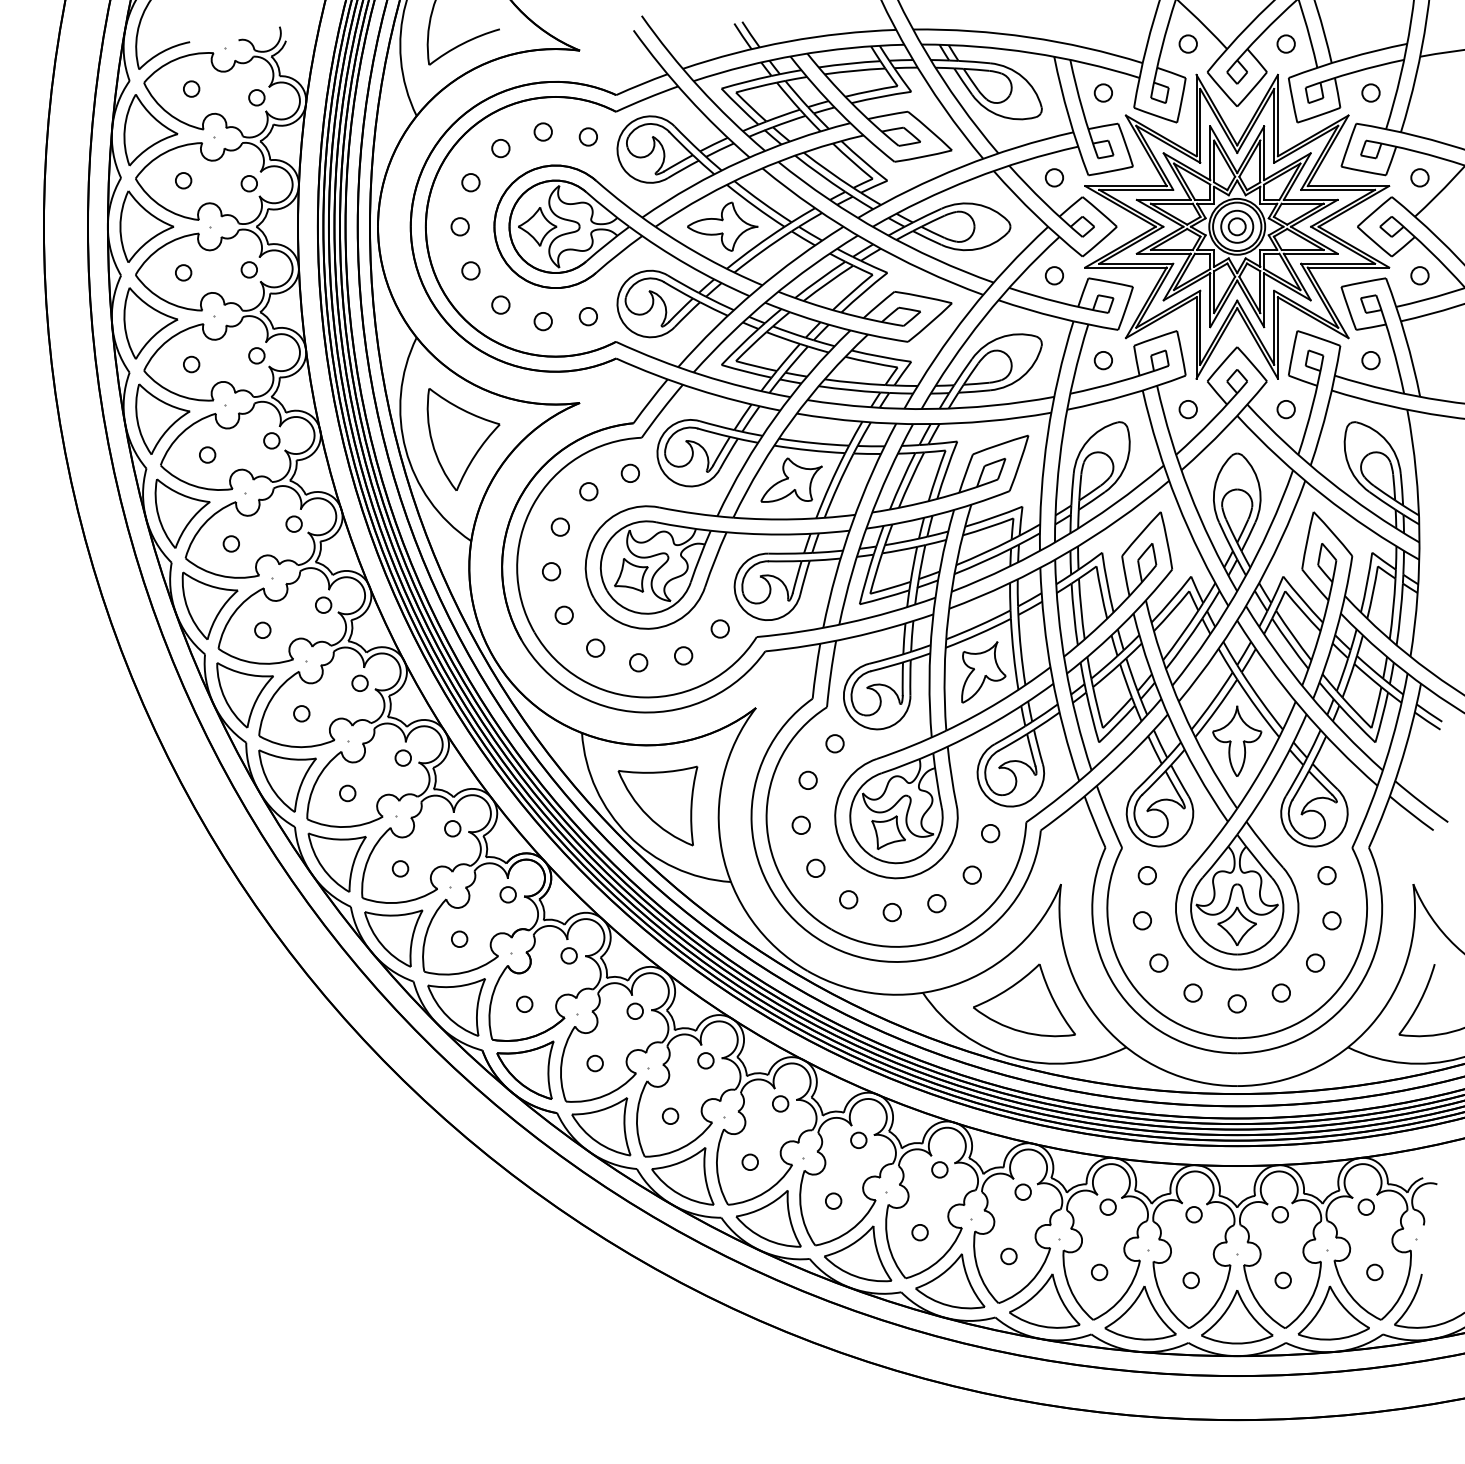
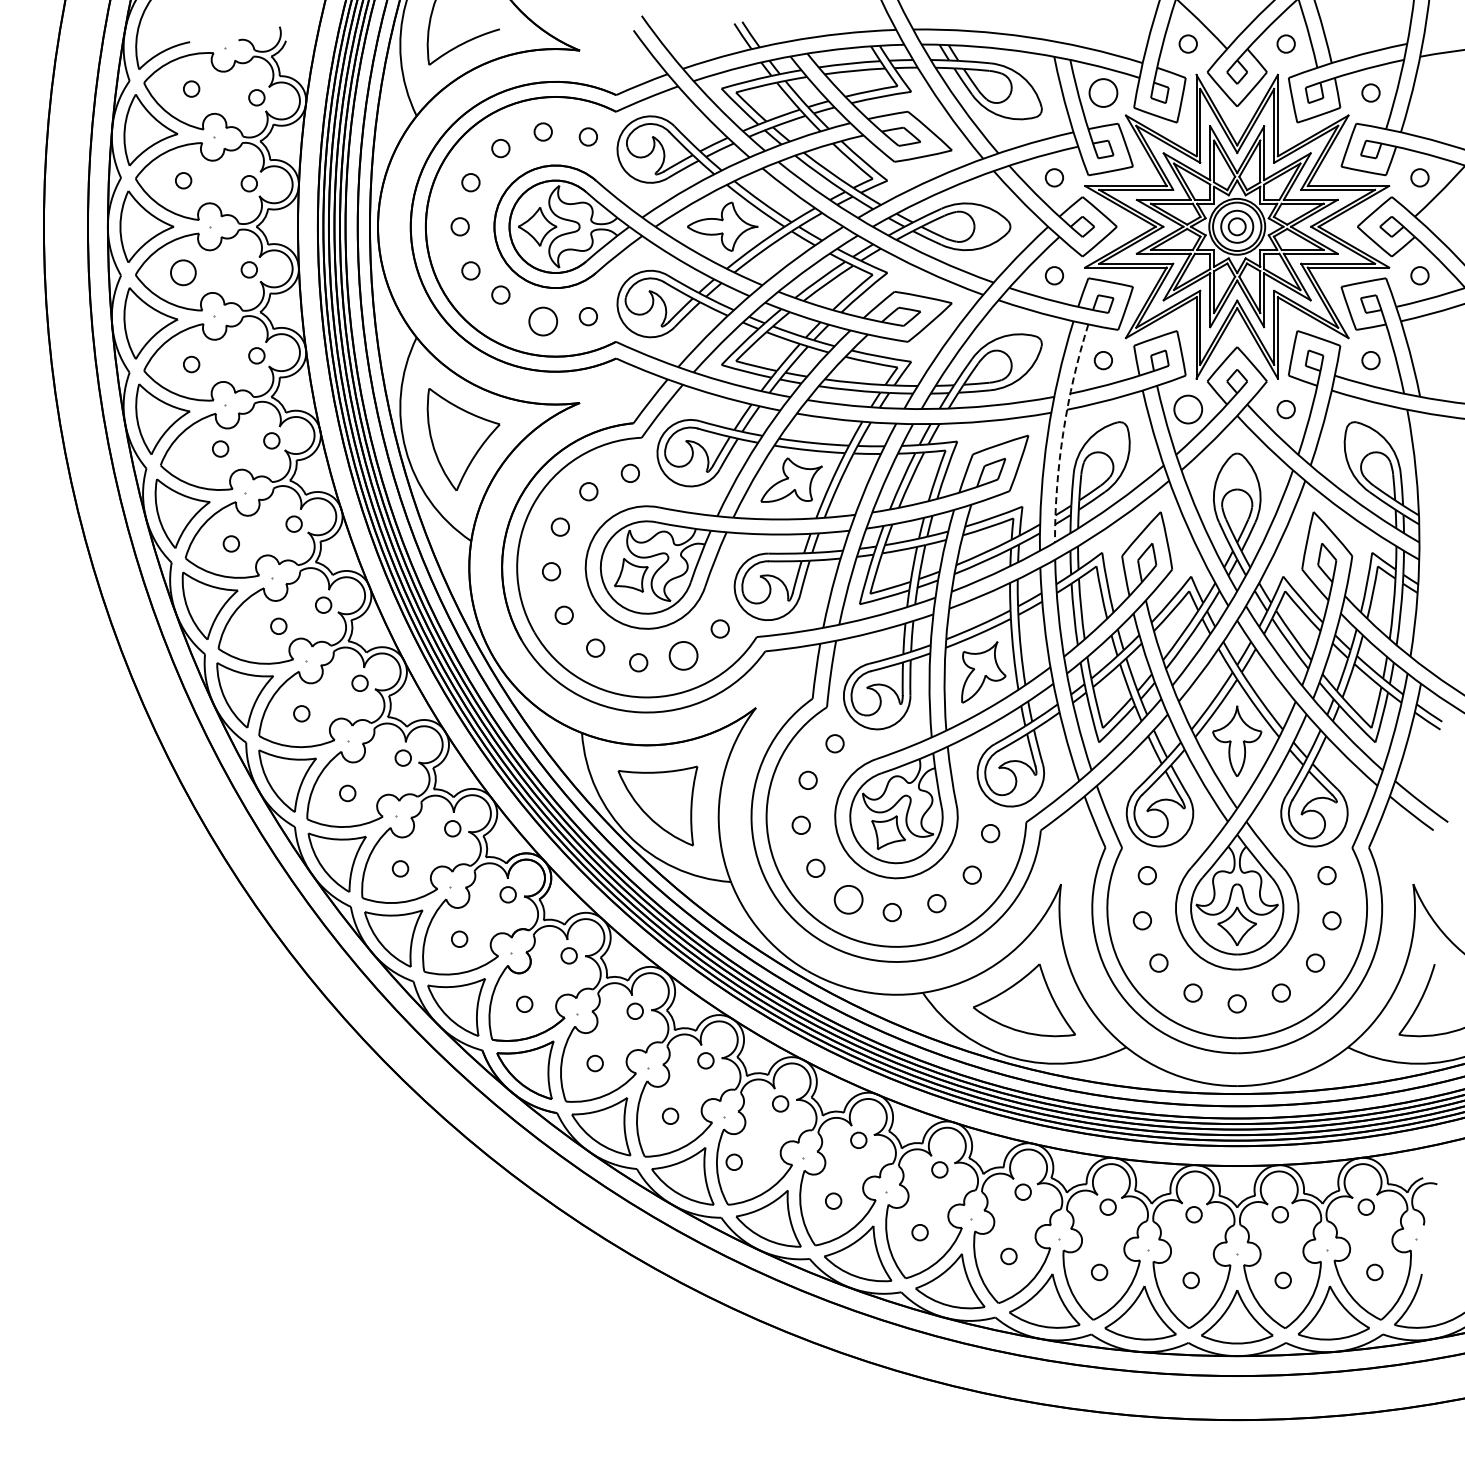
circle at (1103, 92) diameter: 17 px -> 28 px
circle at (183, 272) size: 18x18 px -> 27x28 px
circle at (500, 304) position: (500, 304) -> (500, 294)
circle at (542, 321) diameter: 17 px -> 28 px
circle at (1187, 409) diameter: 17 px -> 28 px
arc at (1063, 432): solid -> dashed
circle at (207, 454) position: (207, 454) -> (220, 448)
circle at (262, 629) position: (262, 629) -> (278, 625)
circle at (683, 655) diameter: 17 px -> 28 px
circle at (848, 899) diameter: 17 px -> 28 px
circle at (749, 1161) position: (749, 1161) -> (733, 1161)
